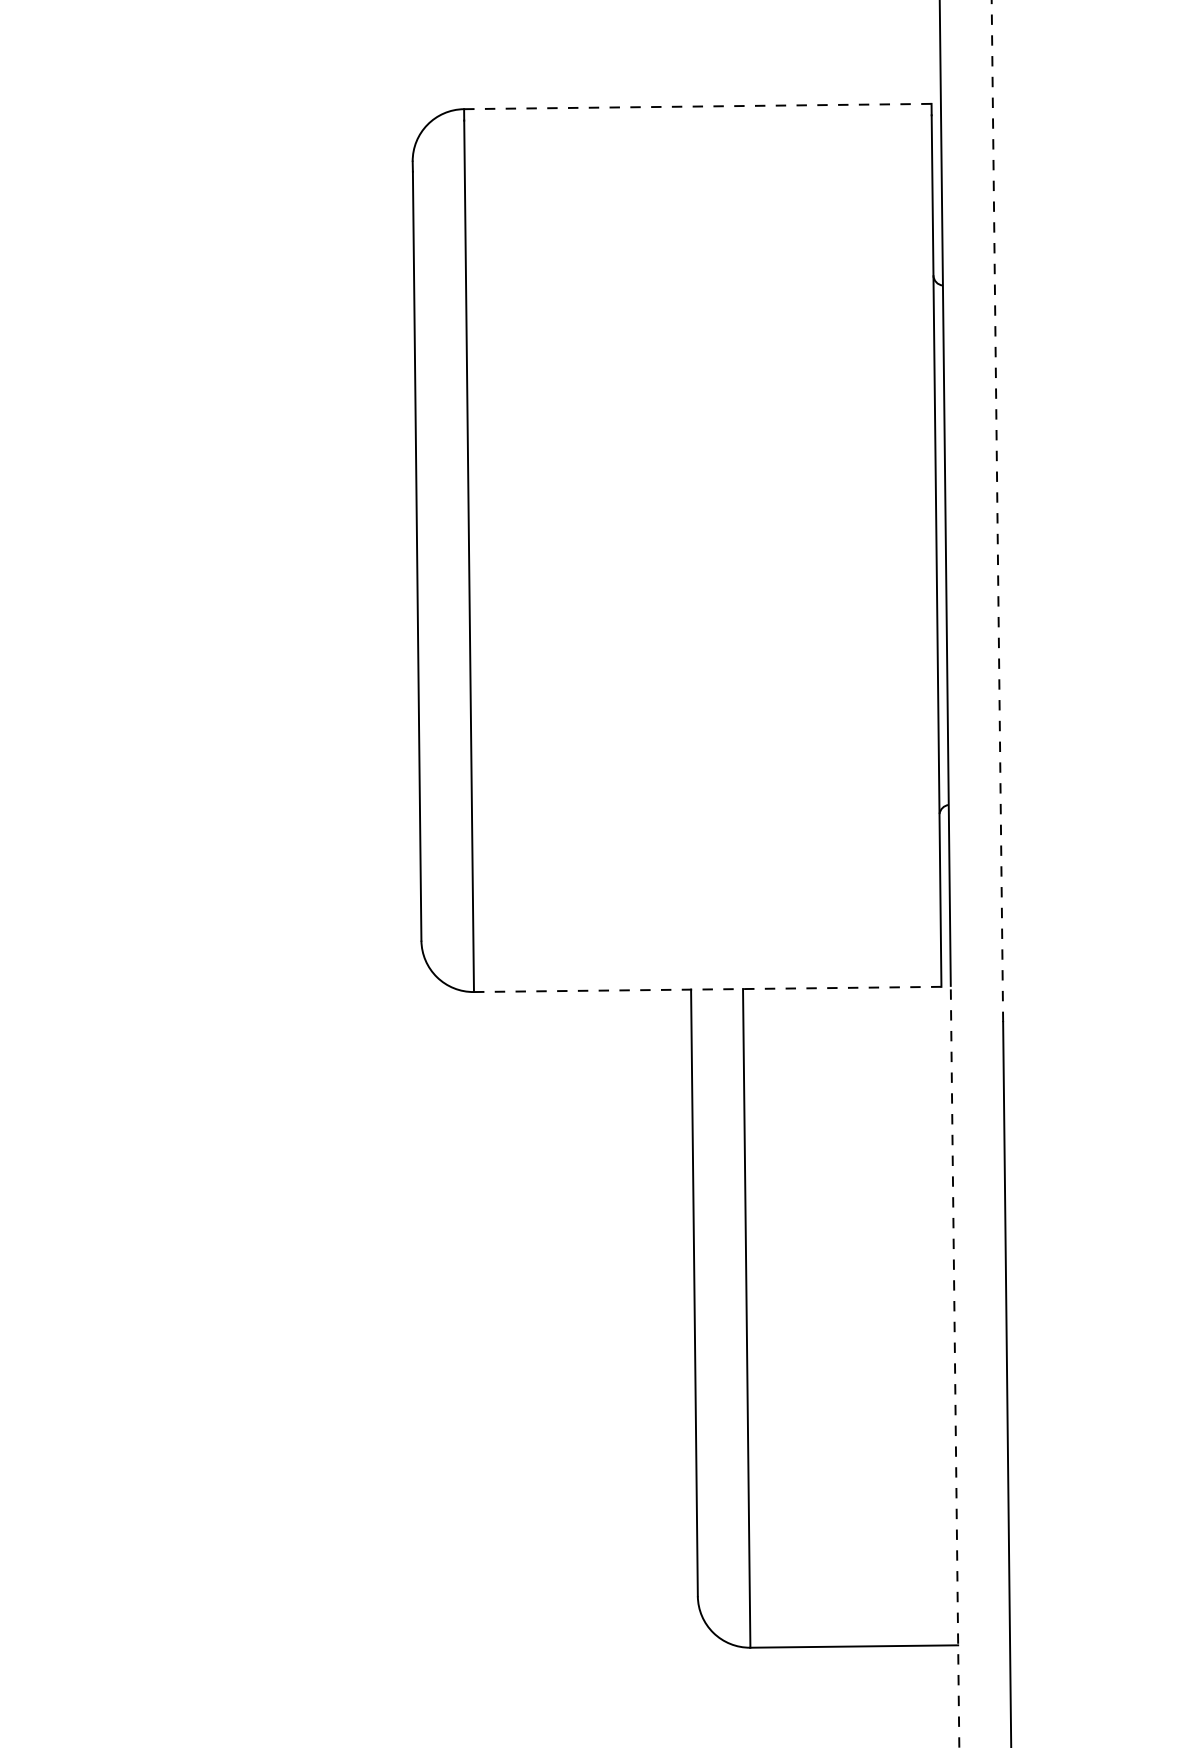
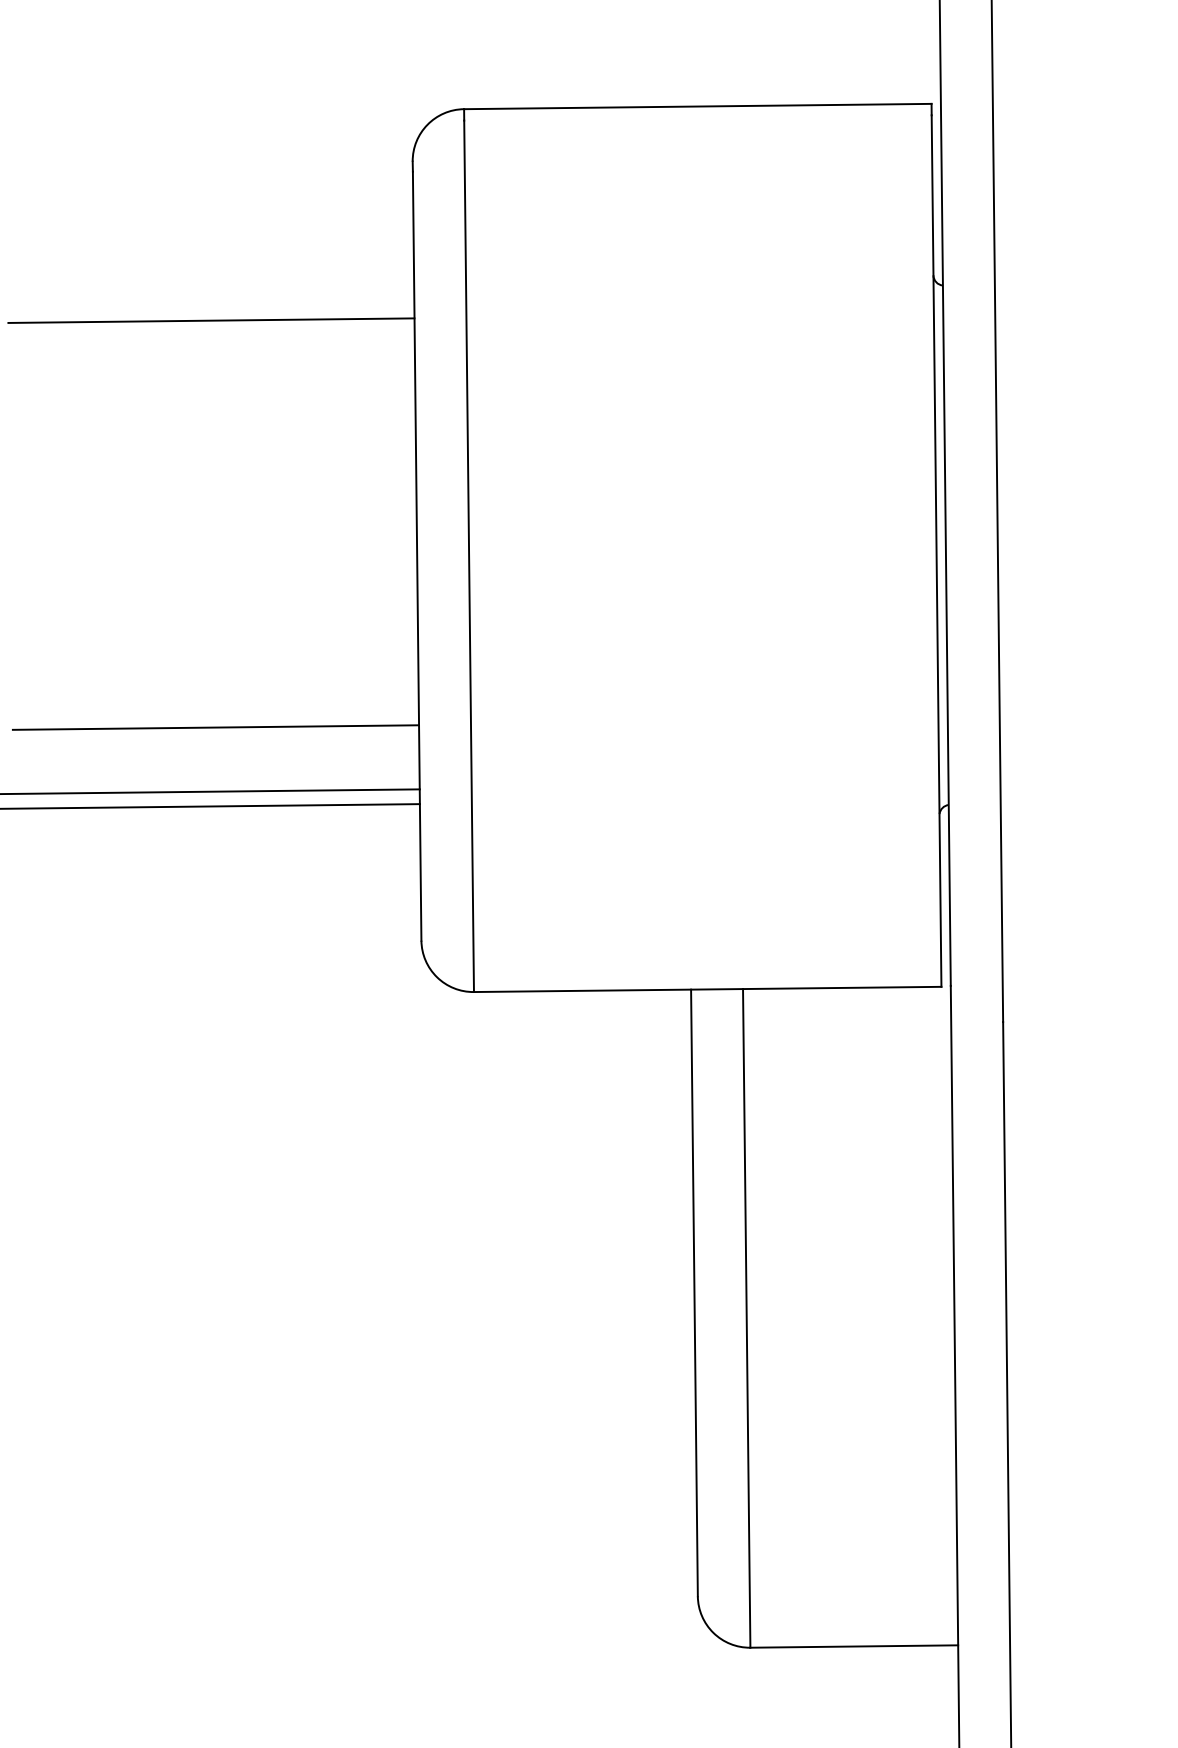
line at (697, 106): dashed -> solid
line at (211, 320): none -> present
line at (997, 511): dashed -> solid
line at (215, 727): none -> present
line at (210, 791): none -> present
line at (210, 806): none -> present
line at (707, 989): dashed -> solid
line at (955, 1366): dashed -> solid
